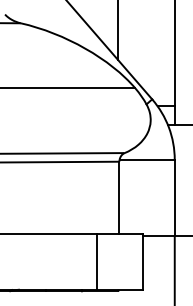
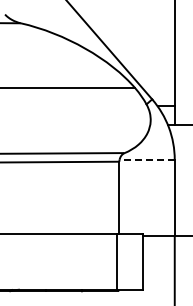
line at (118, 31): present -> none
line at (147, 159): solid -> dashed
line at (96, 261) position: (96, 261) -> (116, 261)
